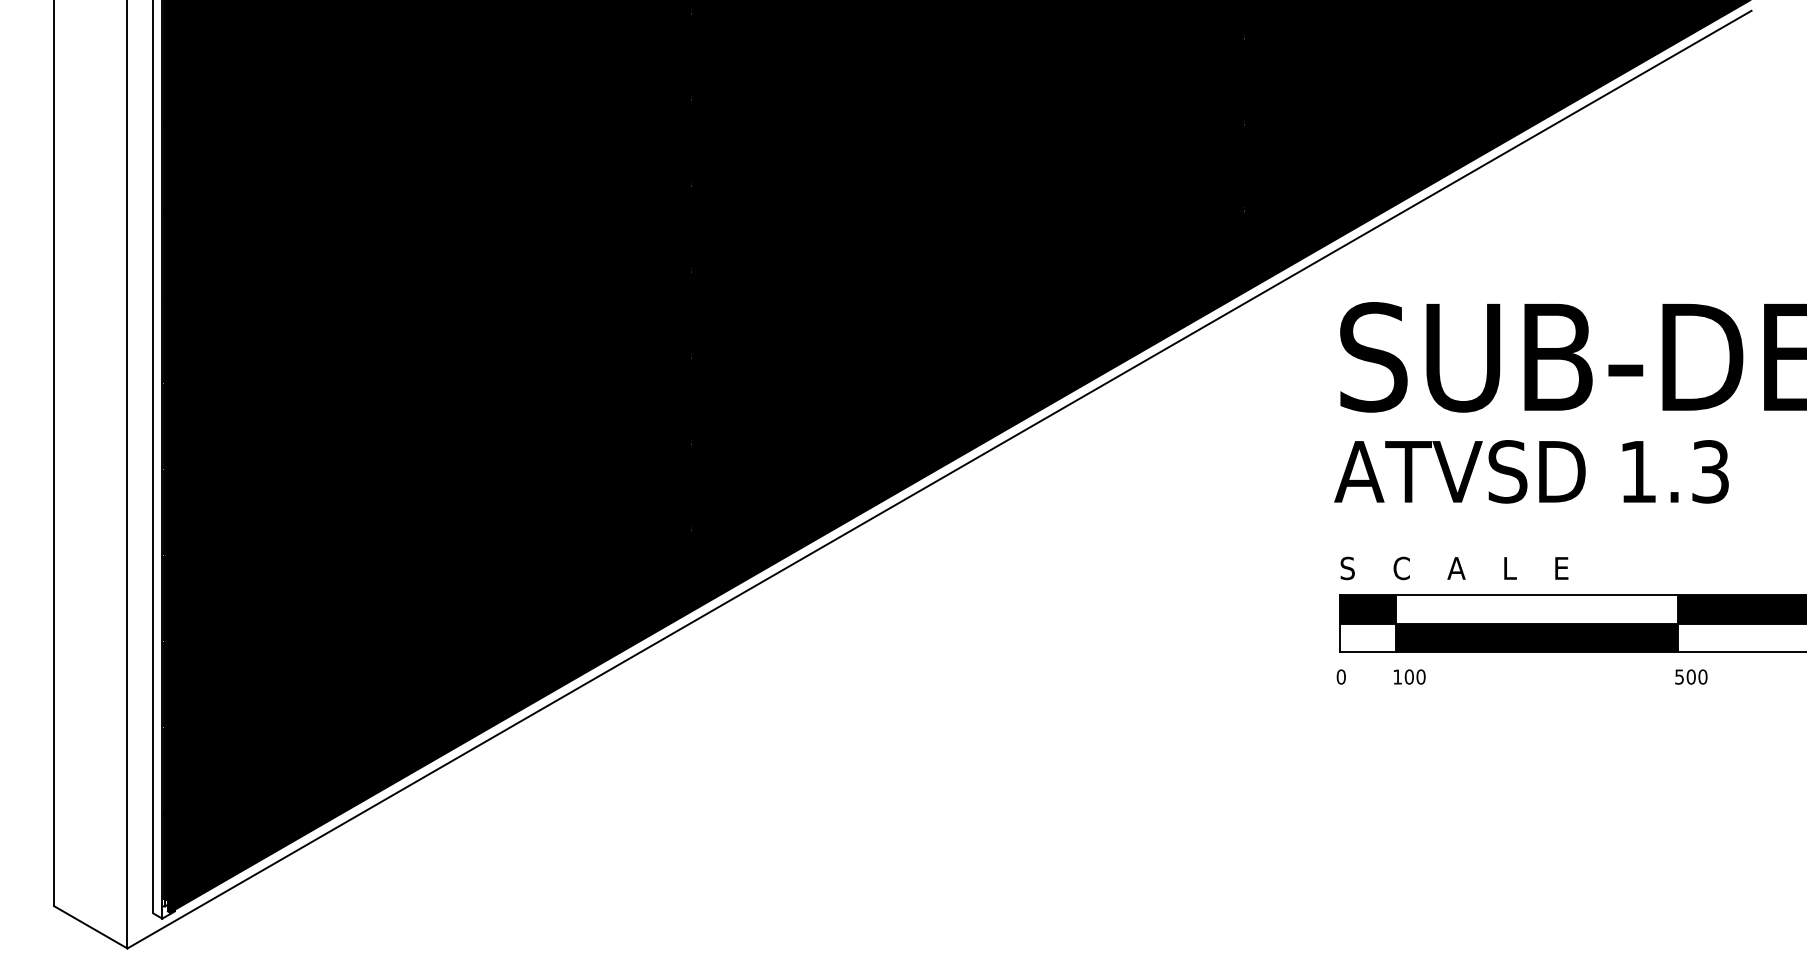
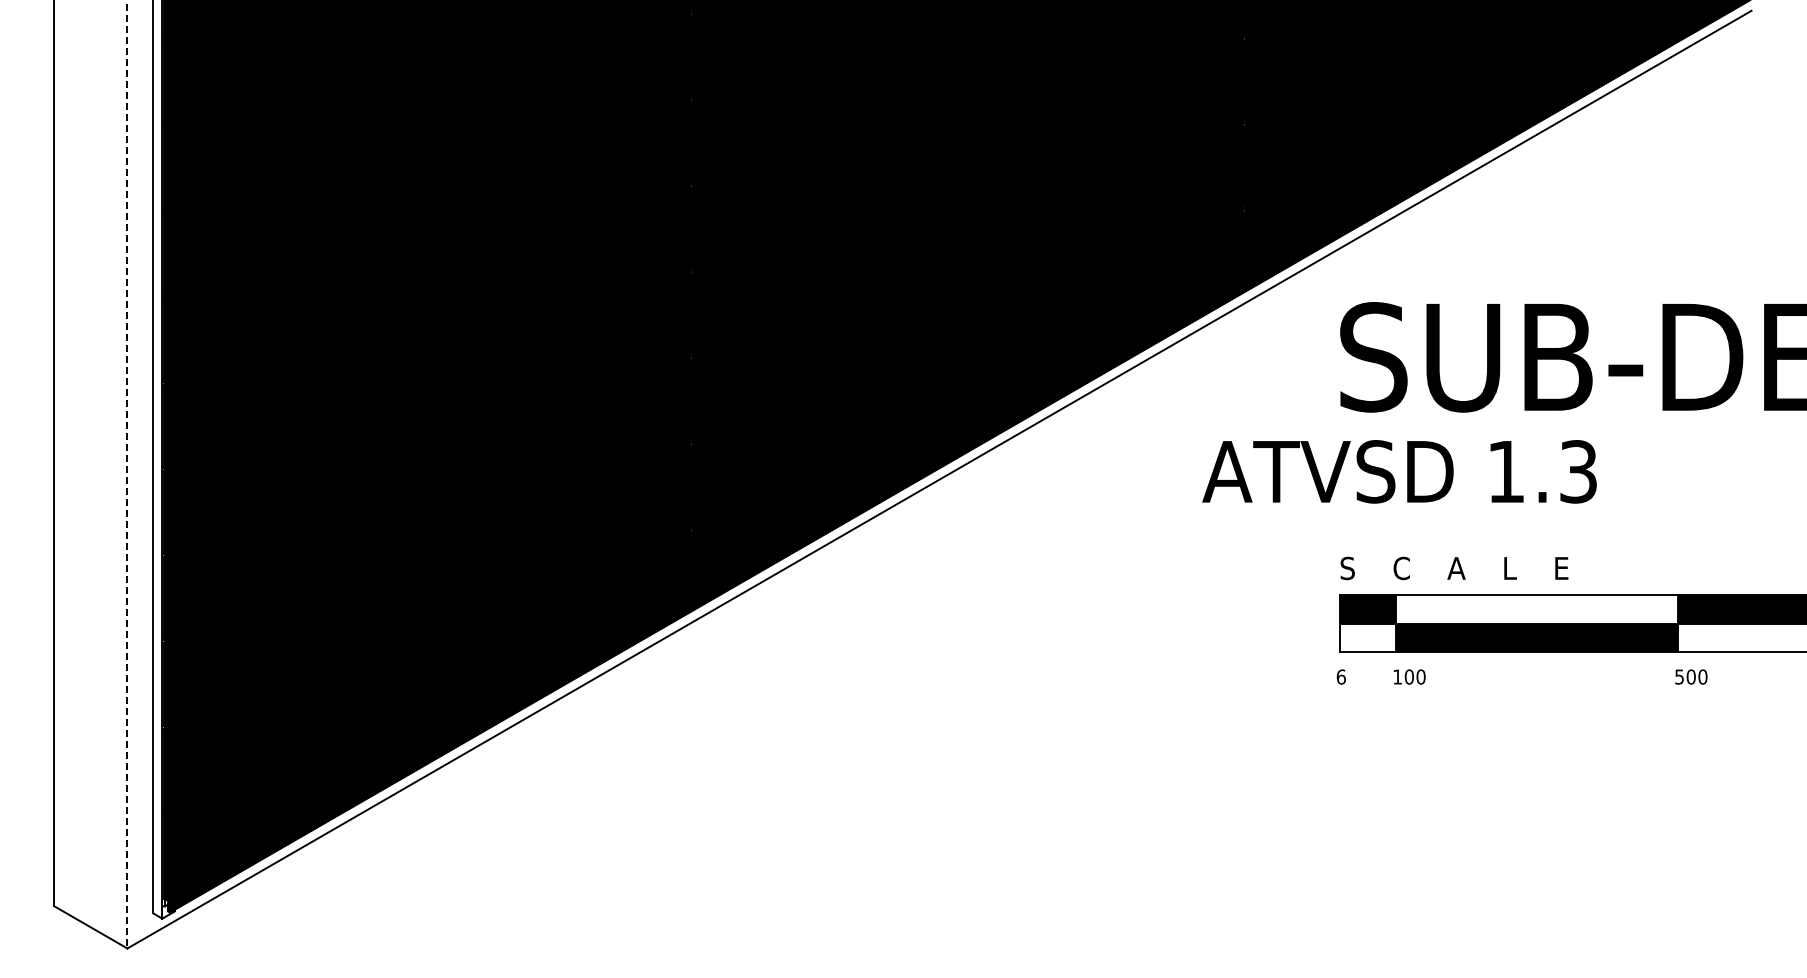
text at (1531, 471) position: (1531, 471) -> (1399, 471)
line at (127, 474): solid -> dashed
text at (1340, 676): 0 -> 6
